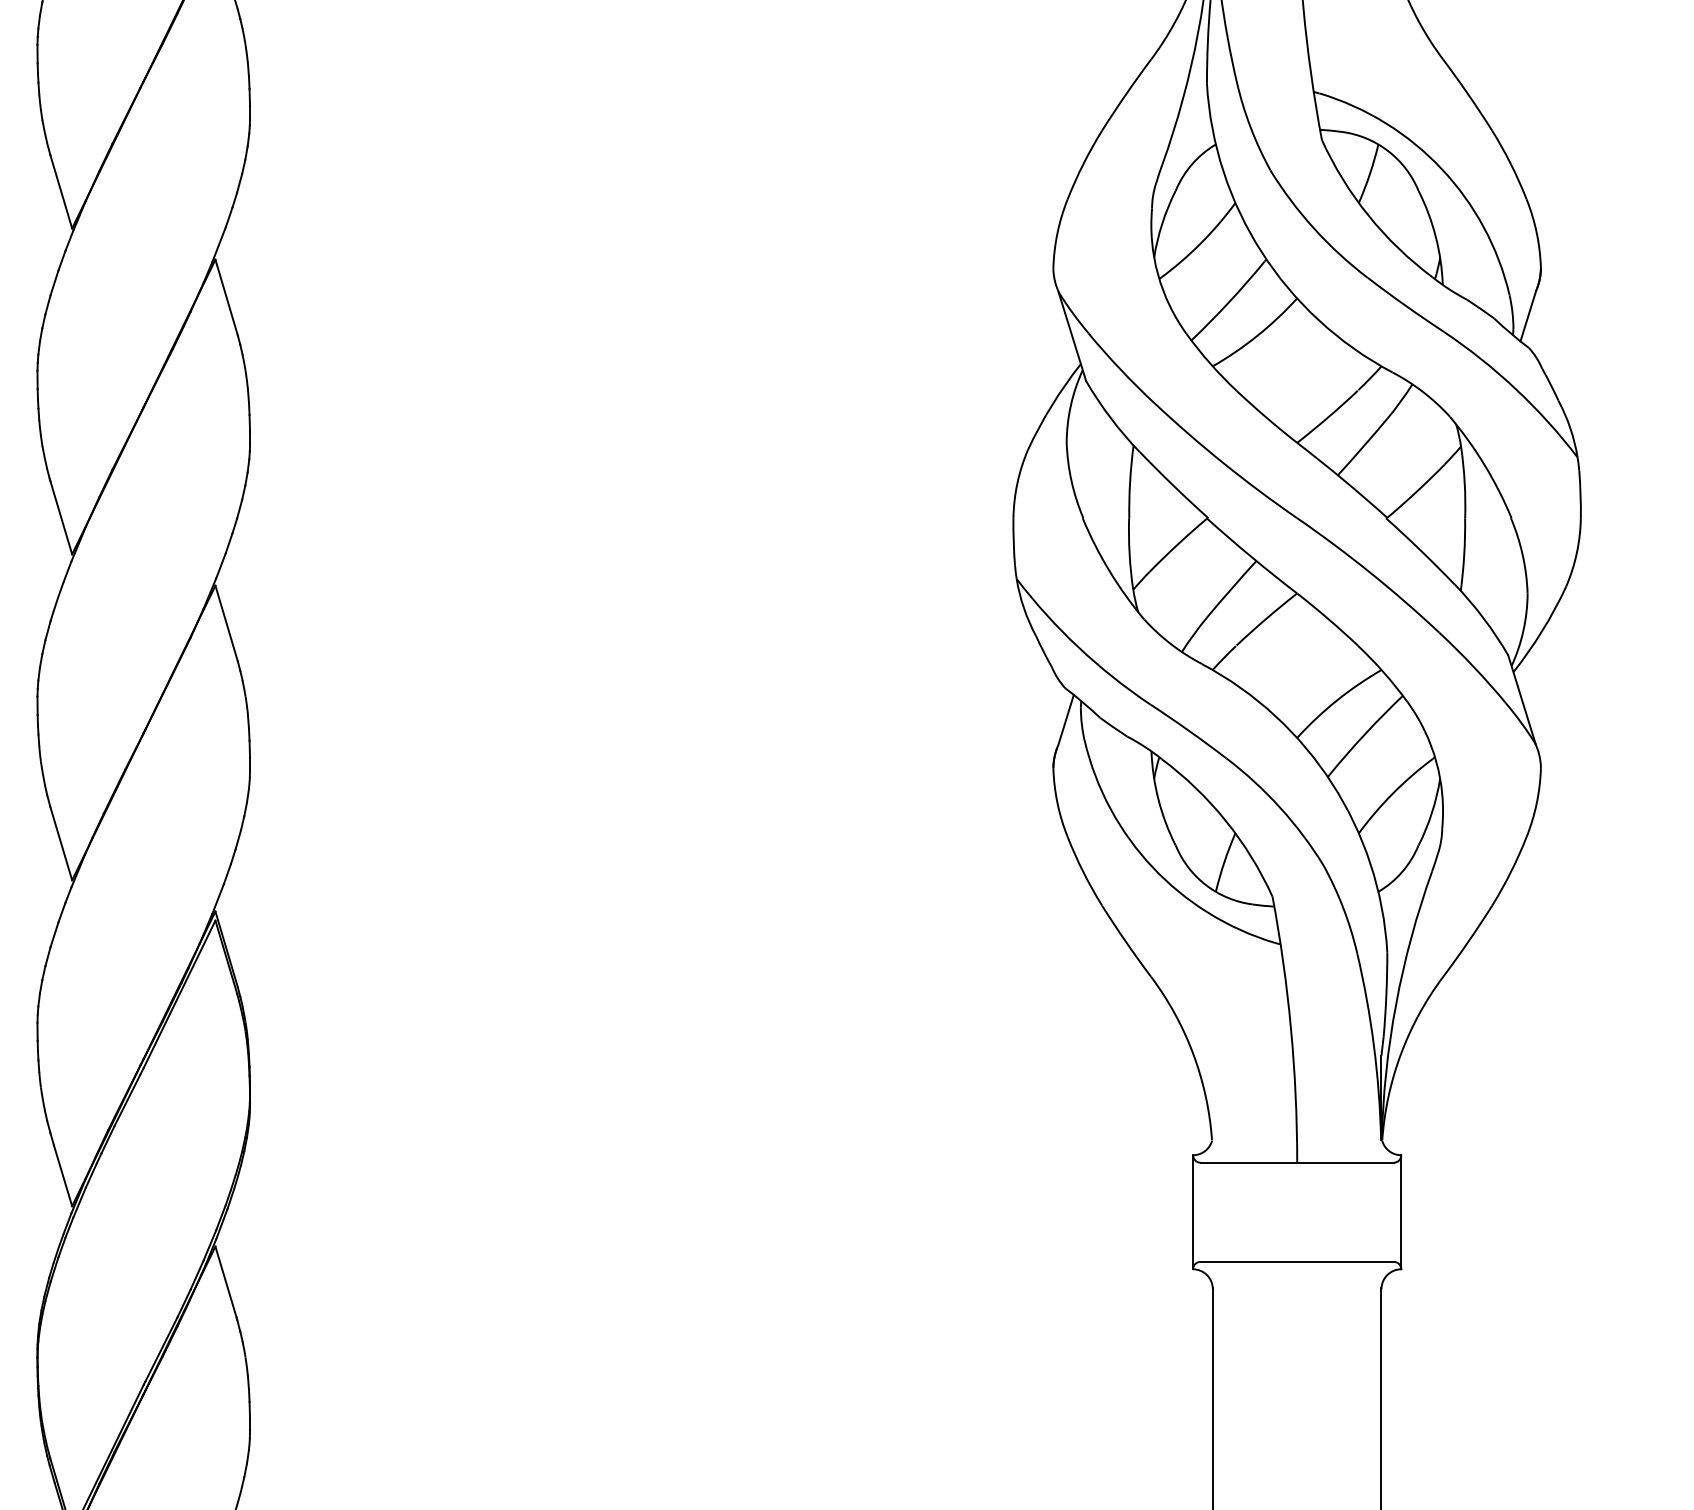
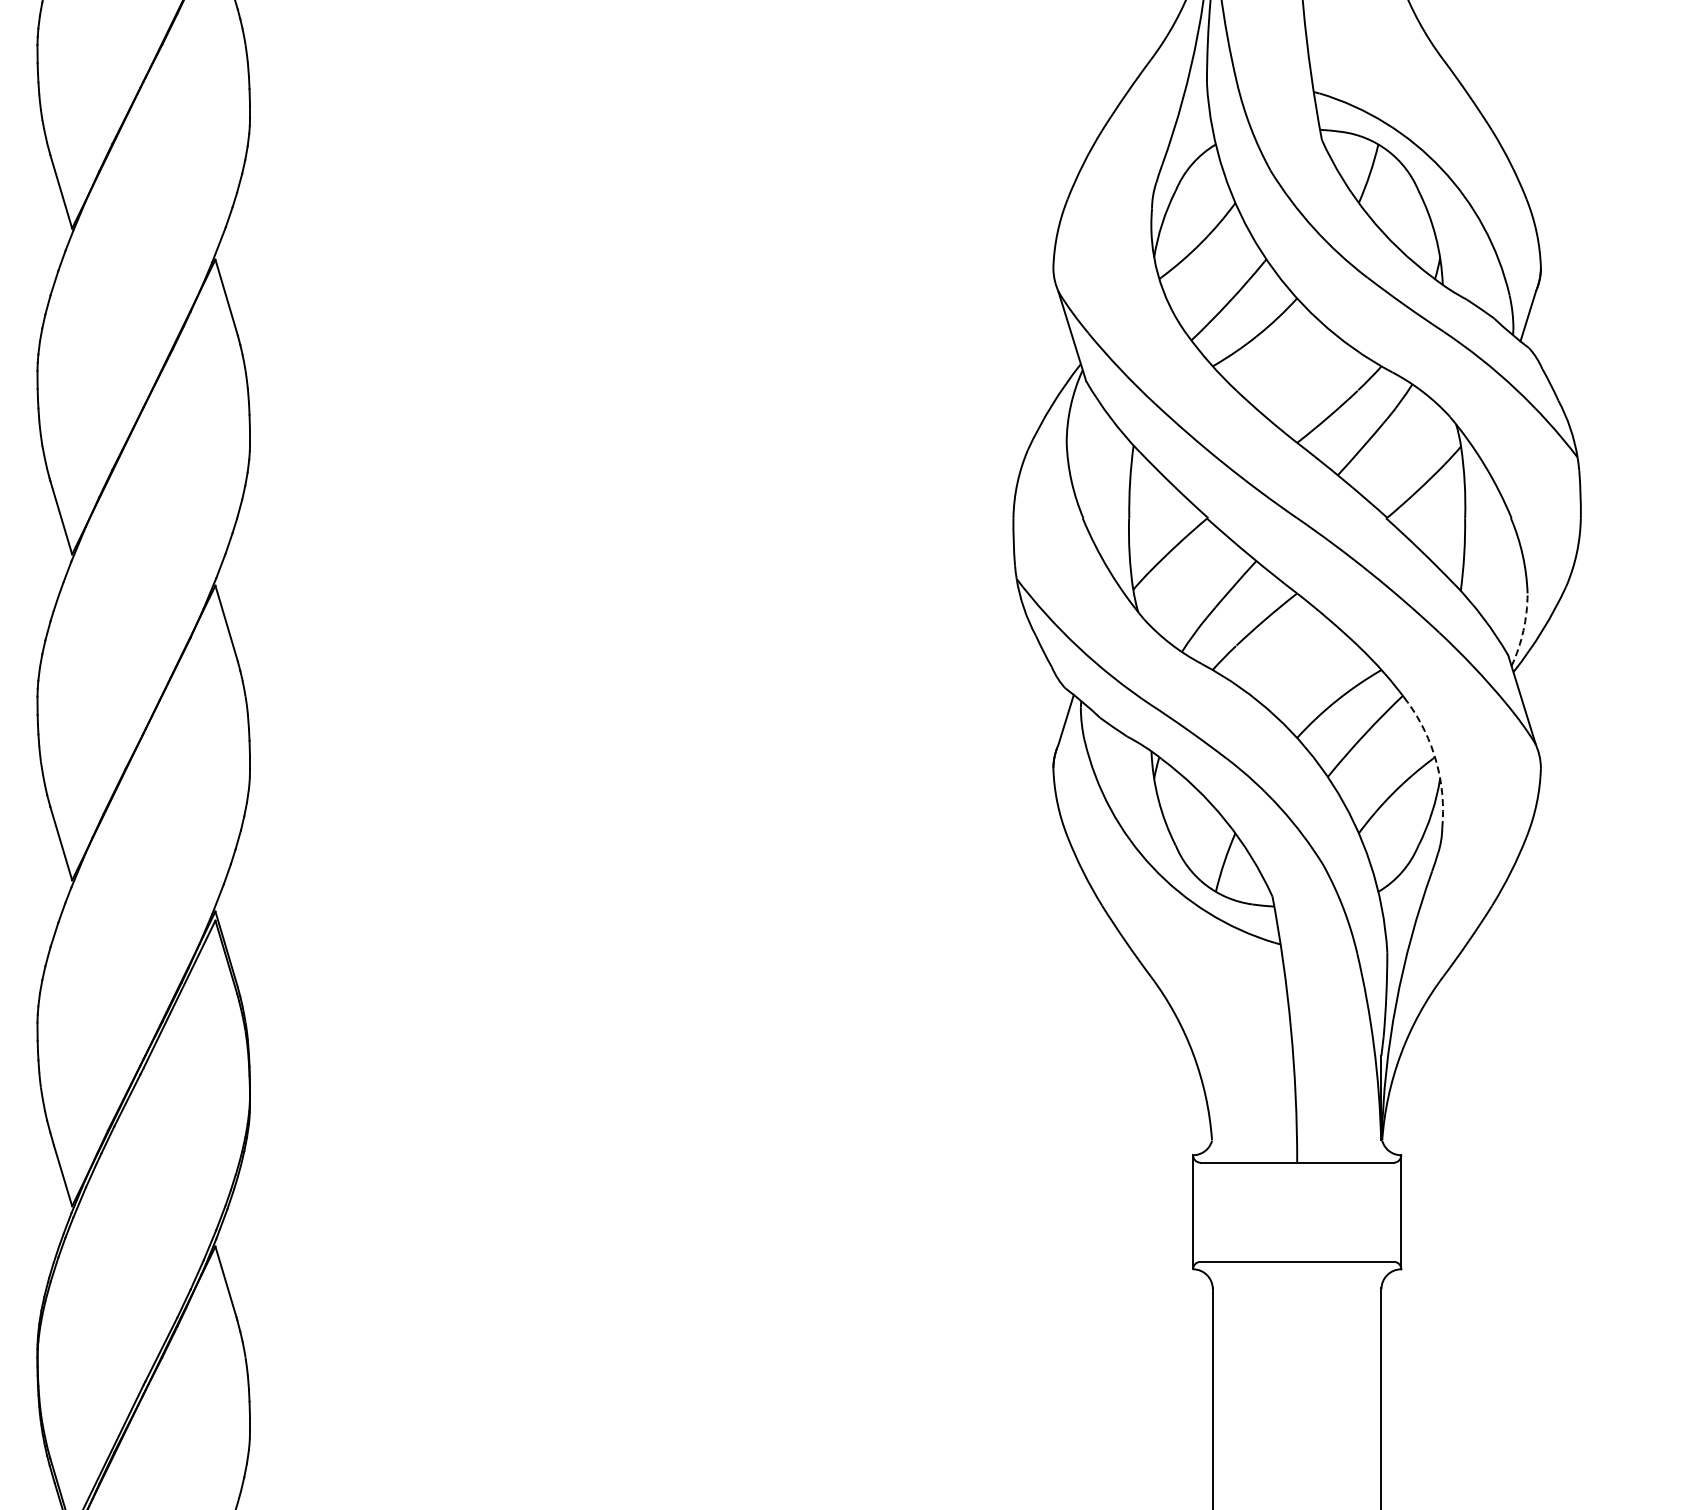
arc at (1523, 630): solid -> dashed
arc at (1436, 761): solid -> dashed
